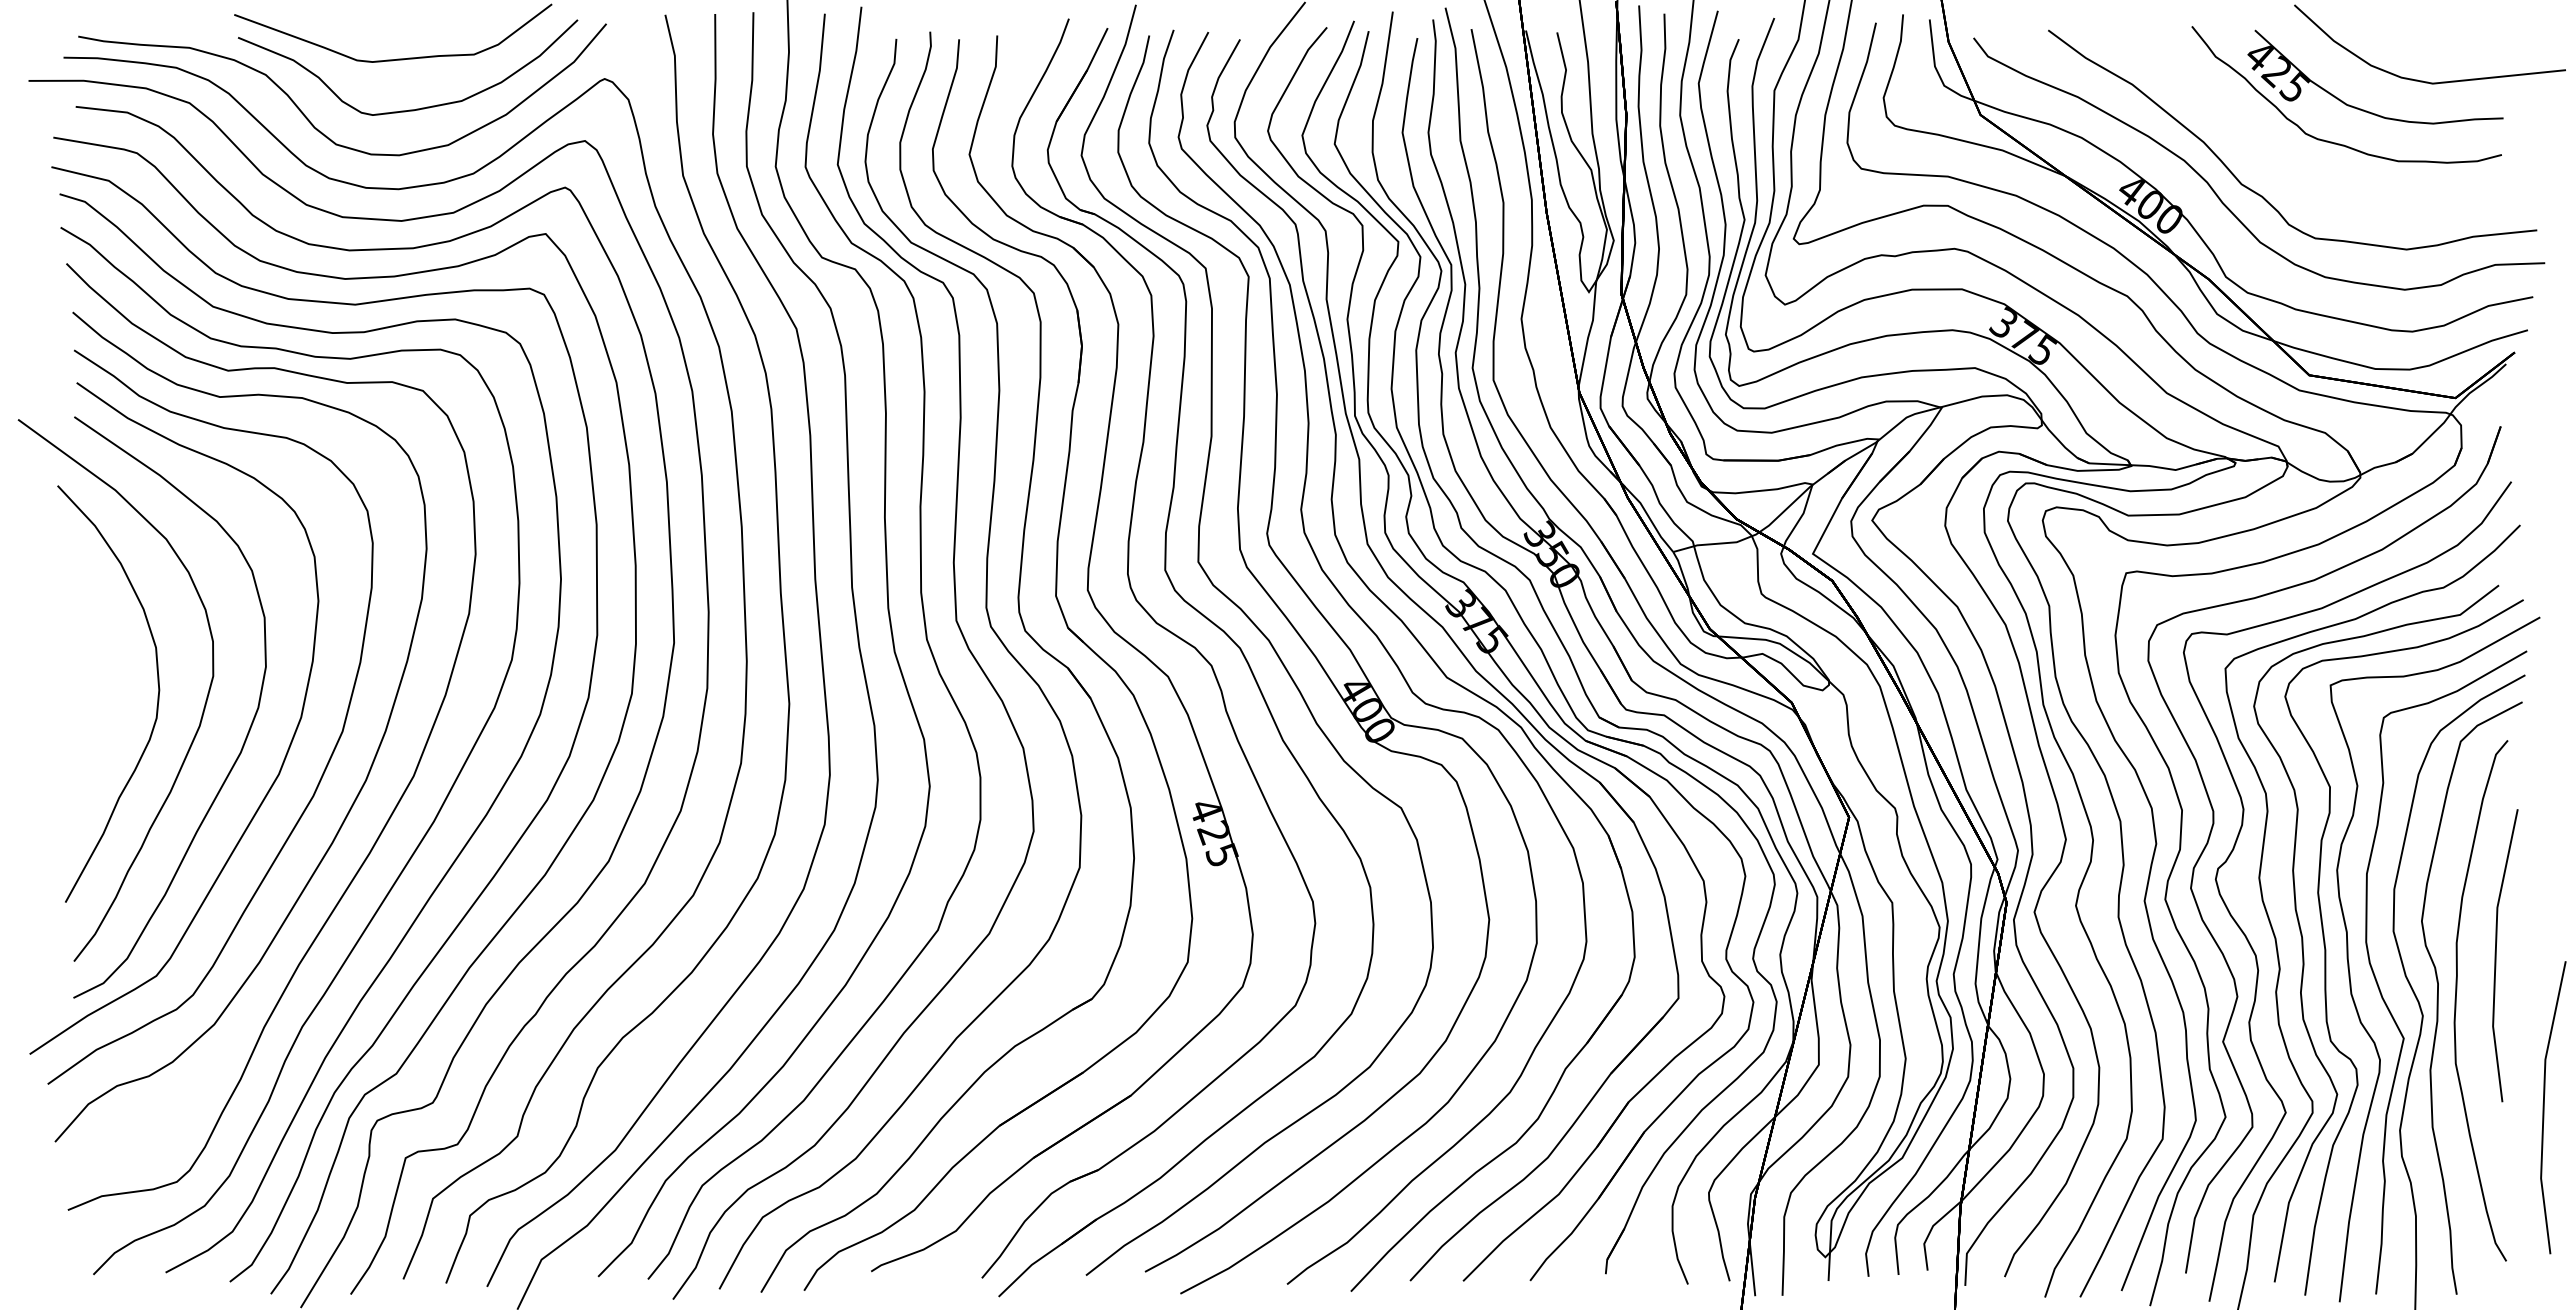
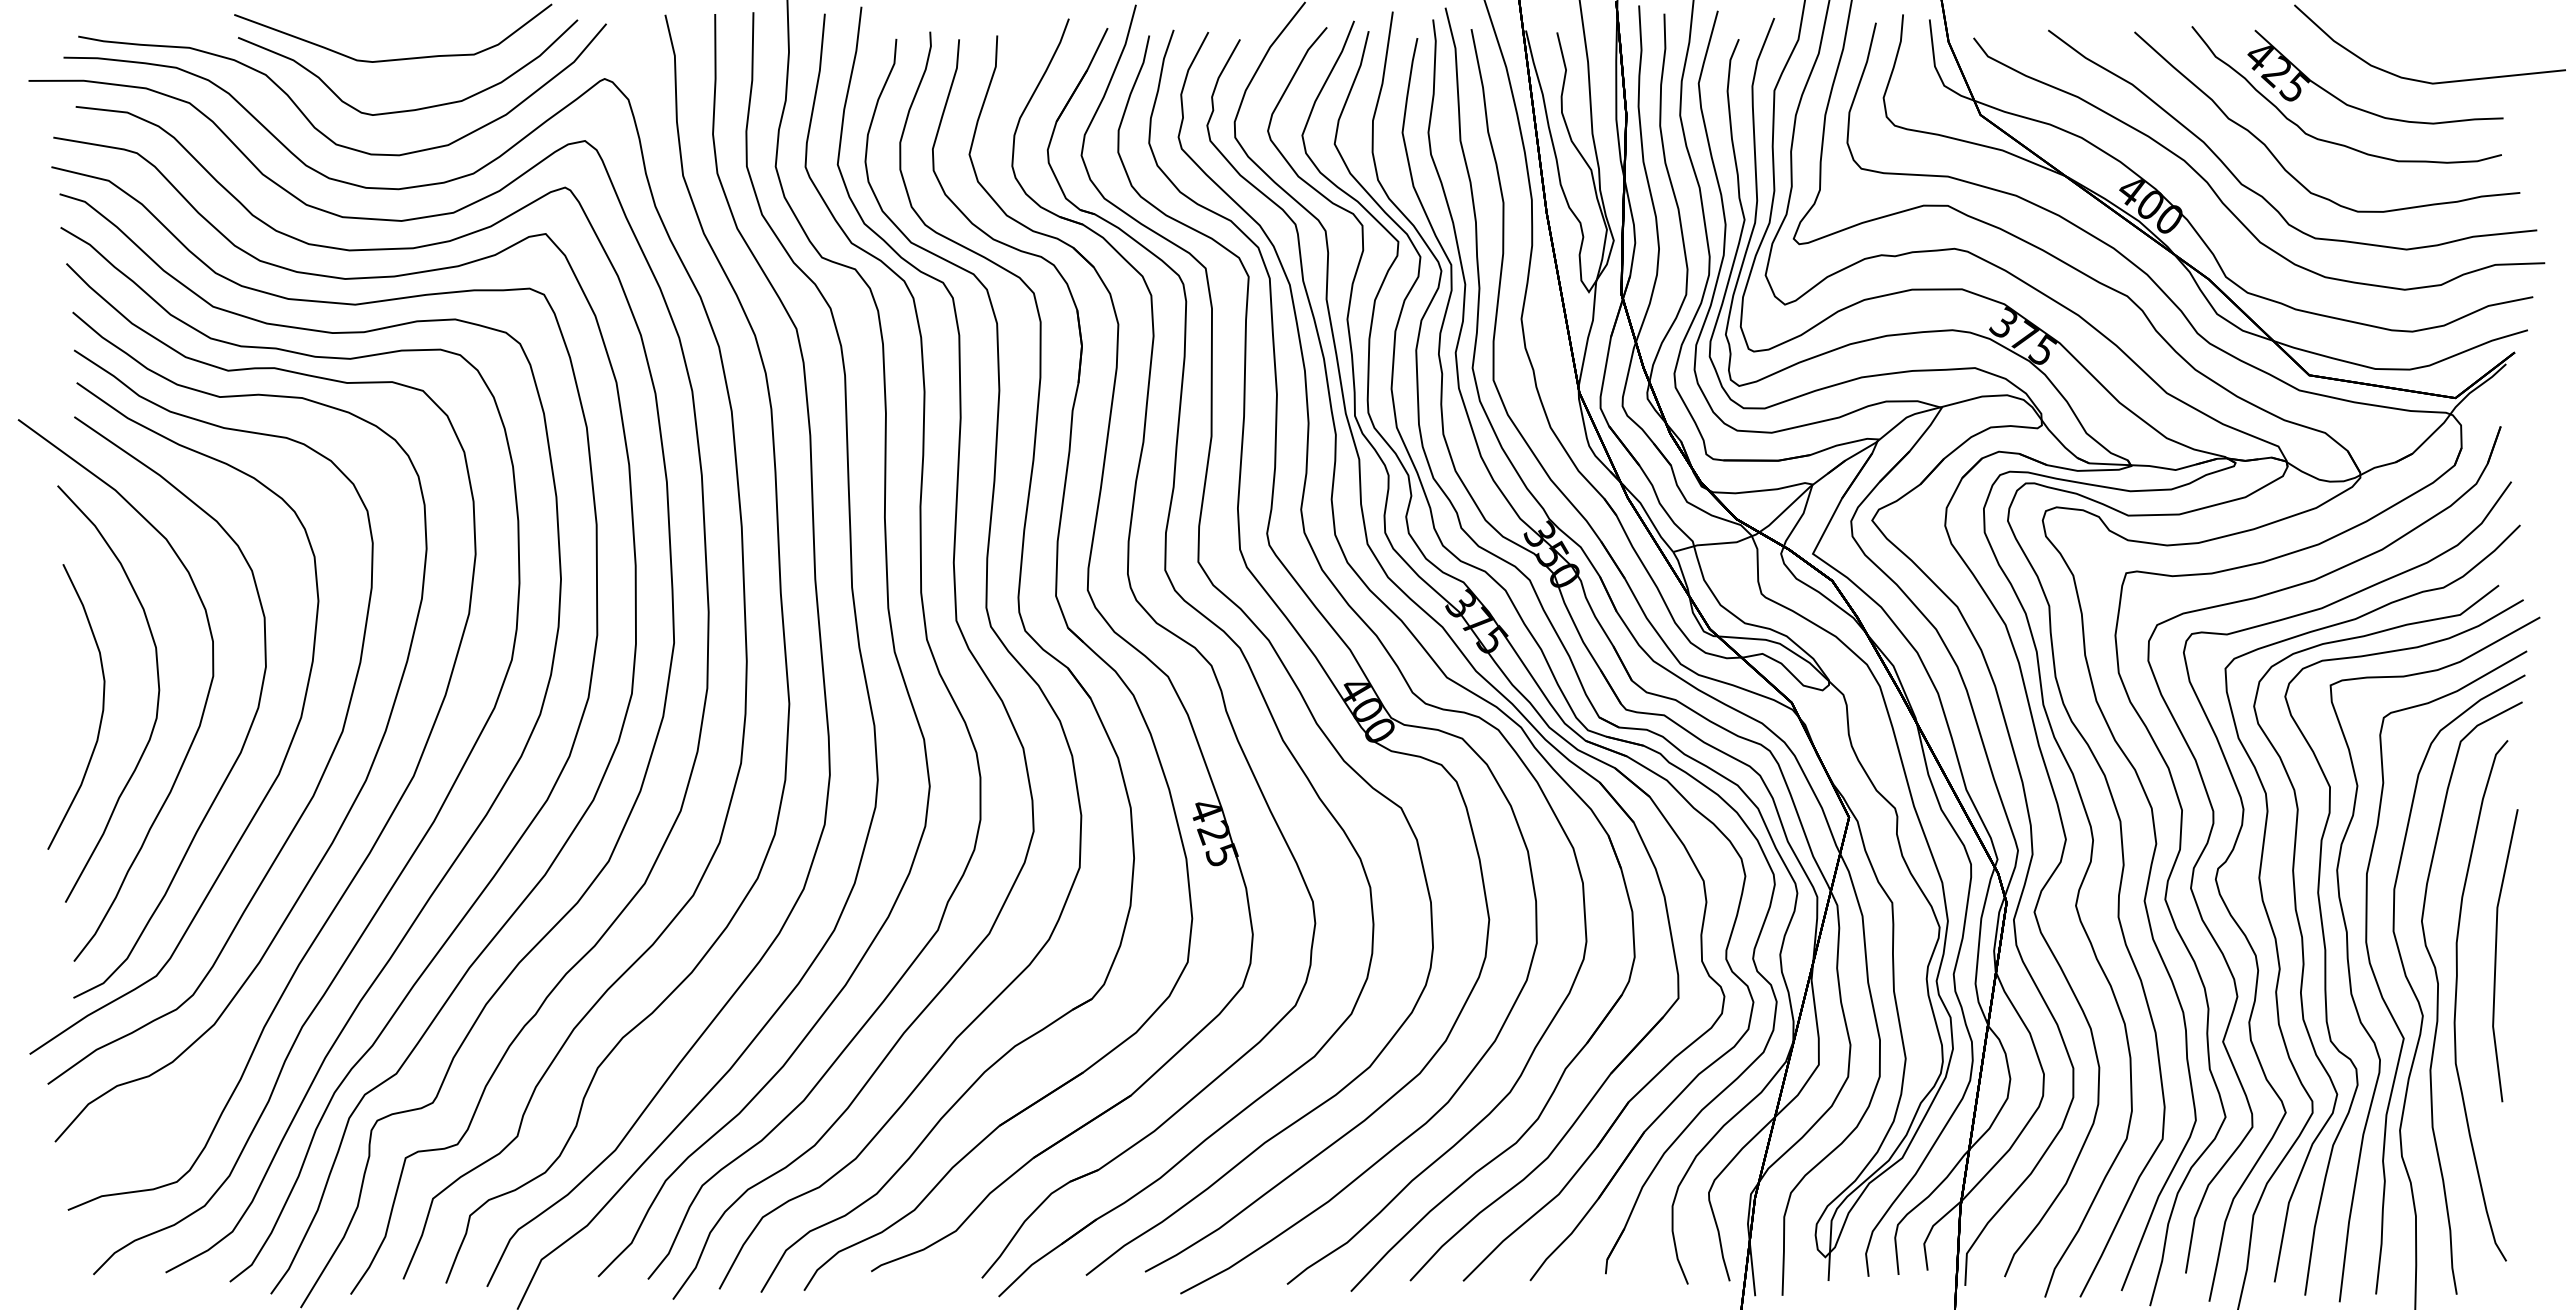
part at (2277, 158): none -> present
part at (101, 712): none -> present
part at (2544, 1107): present -> none
